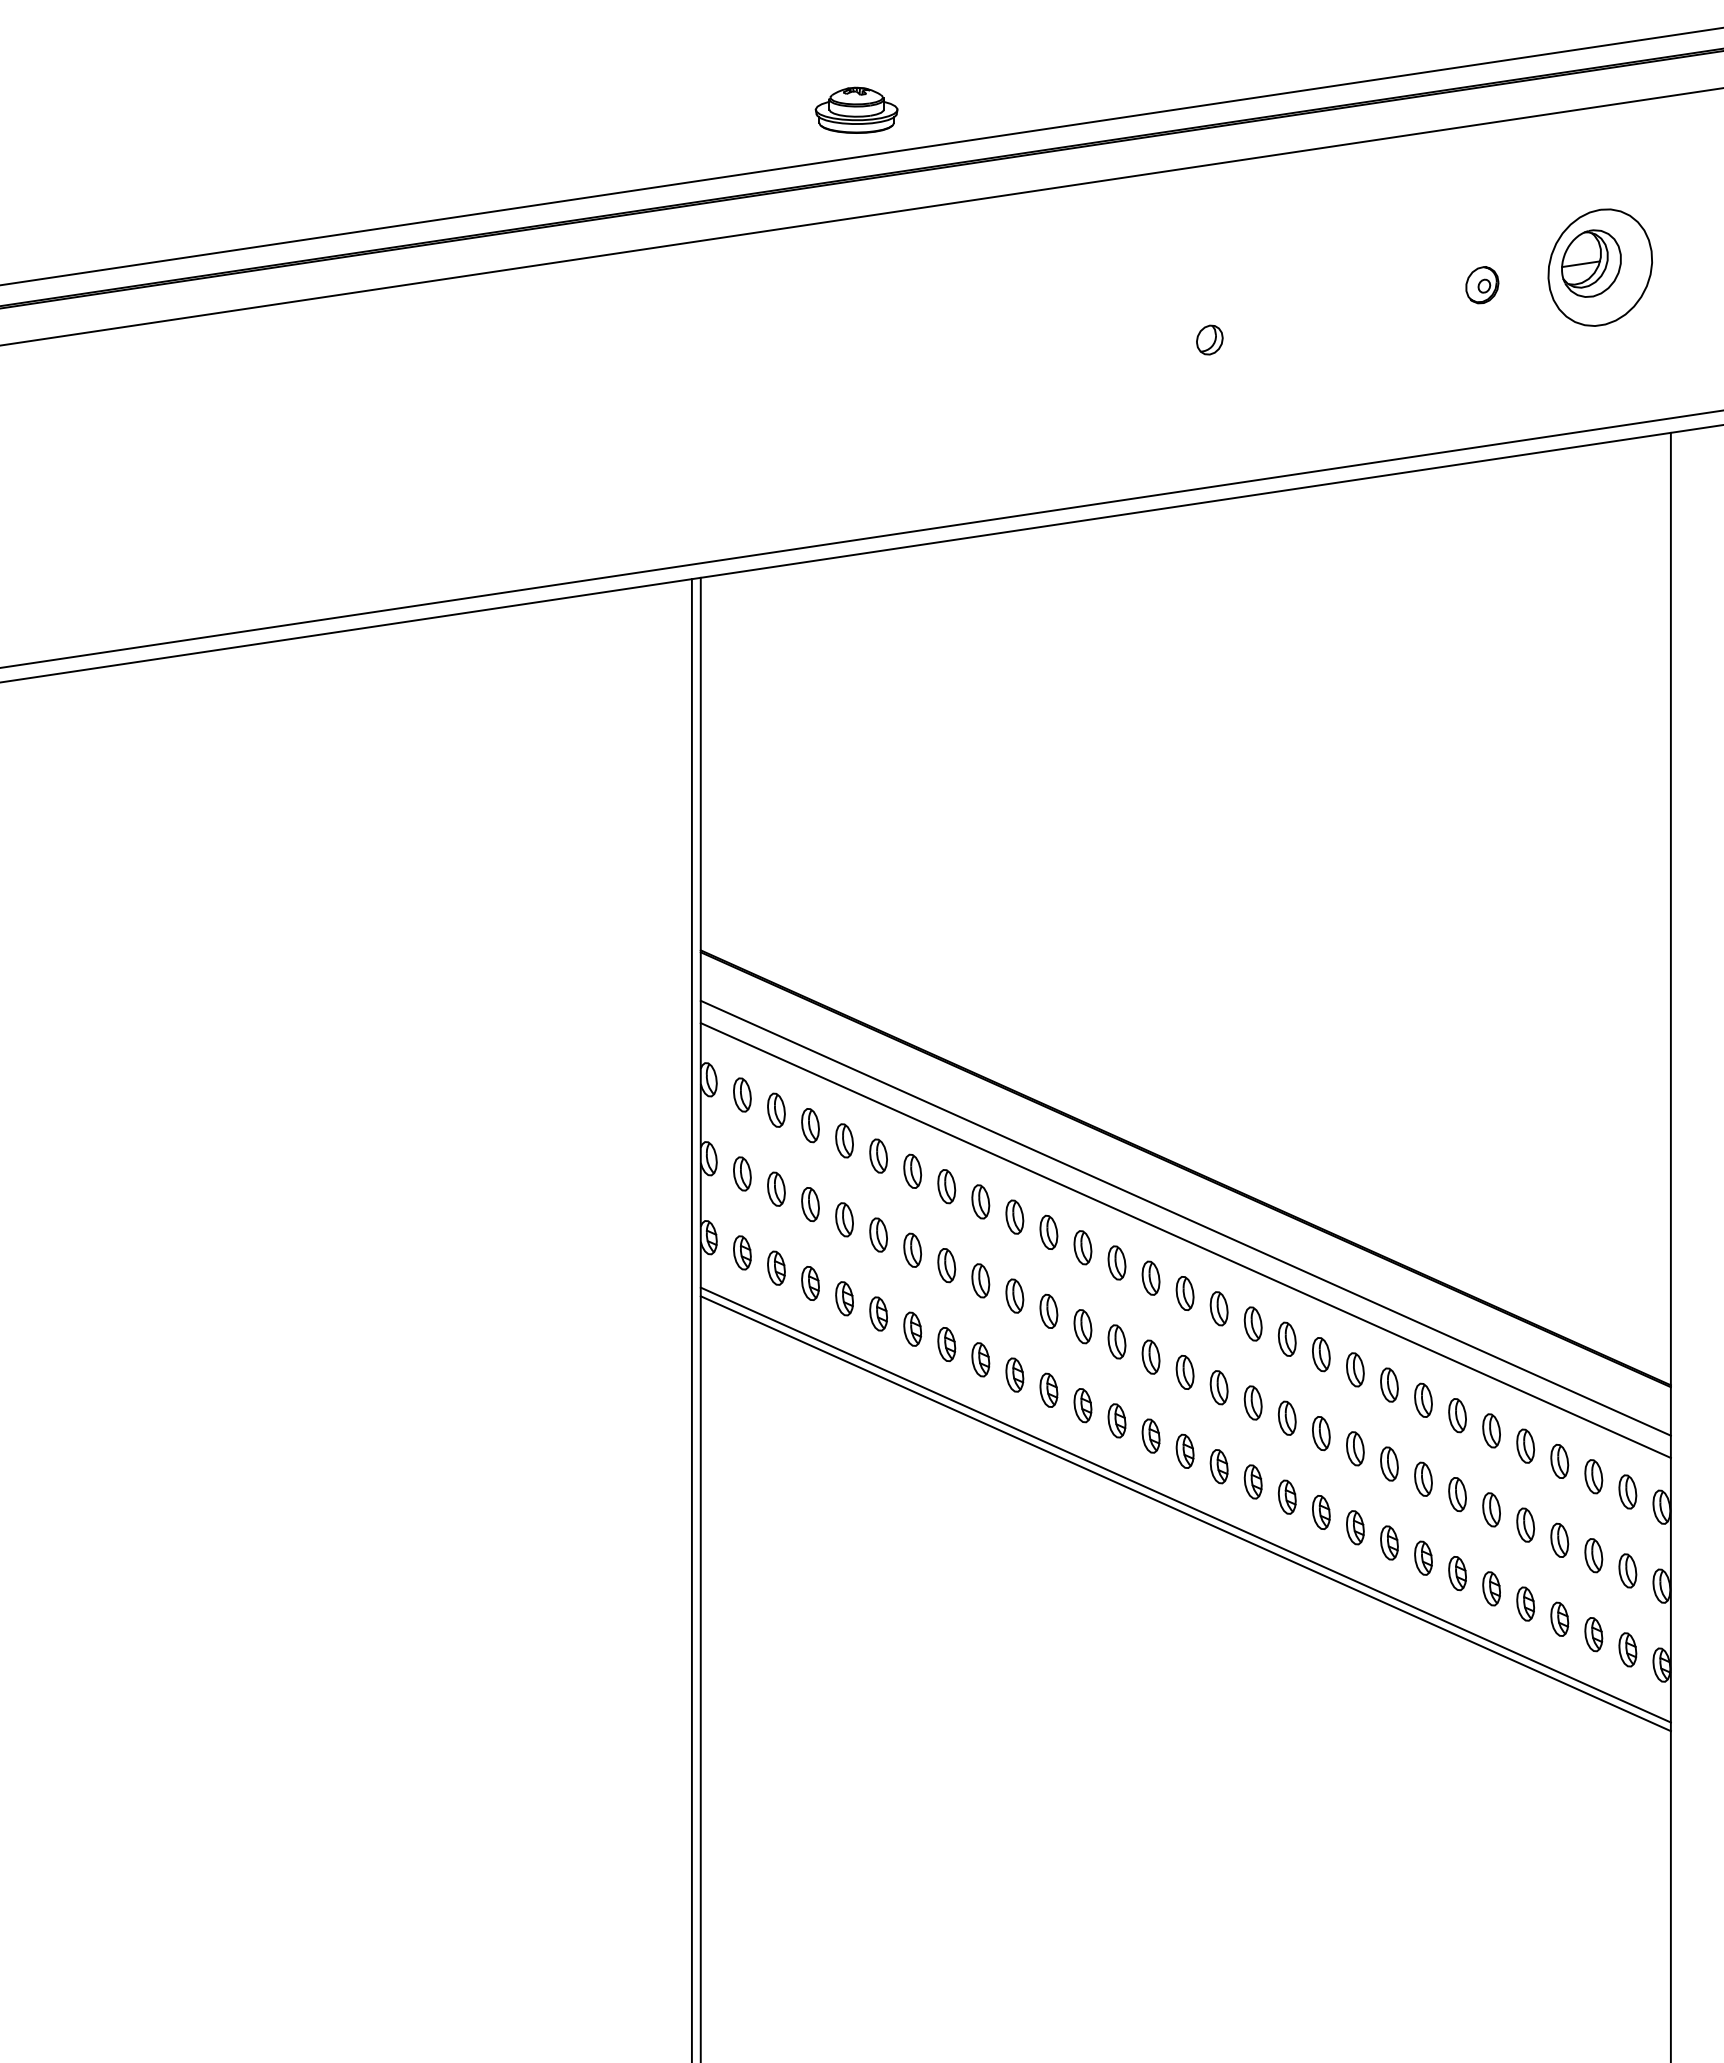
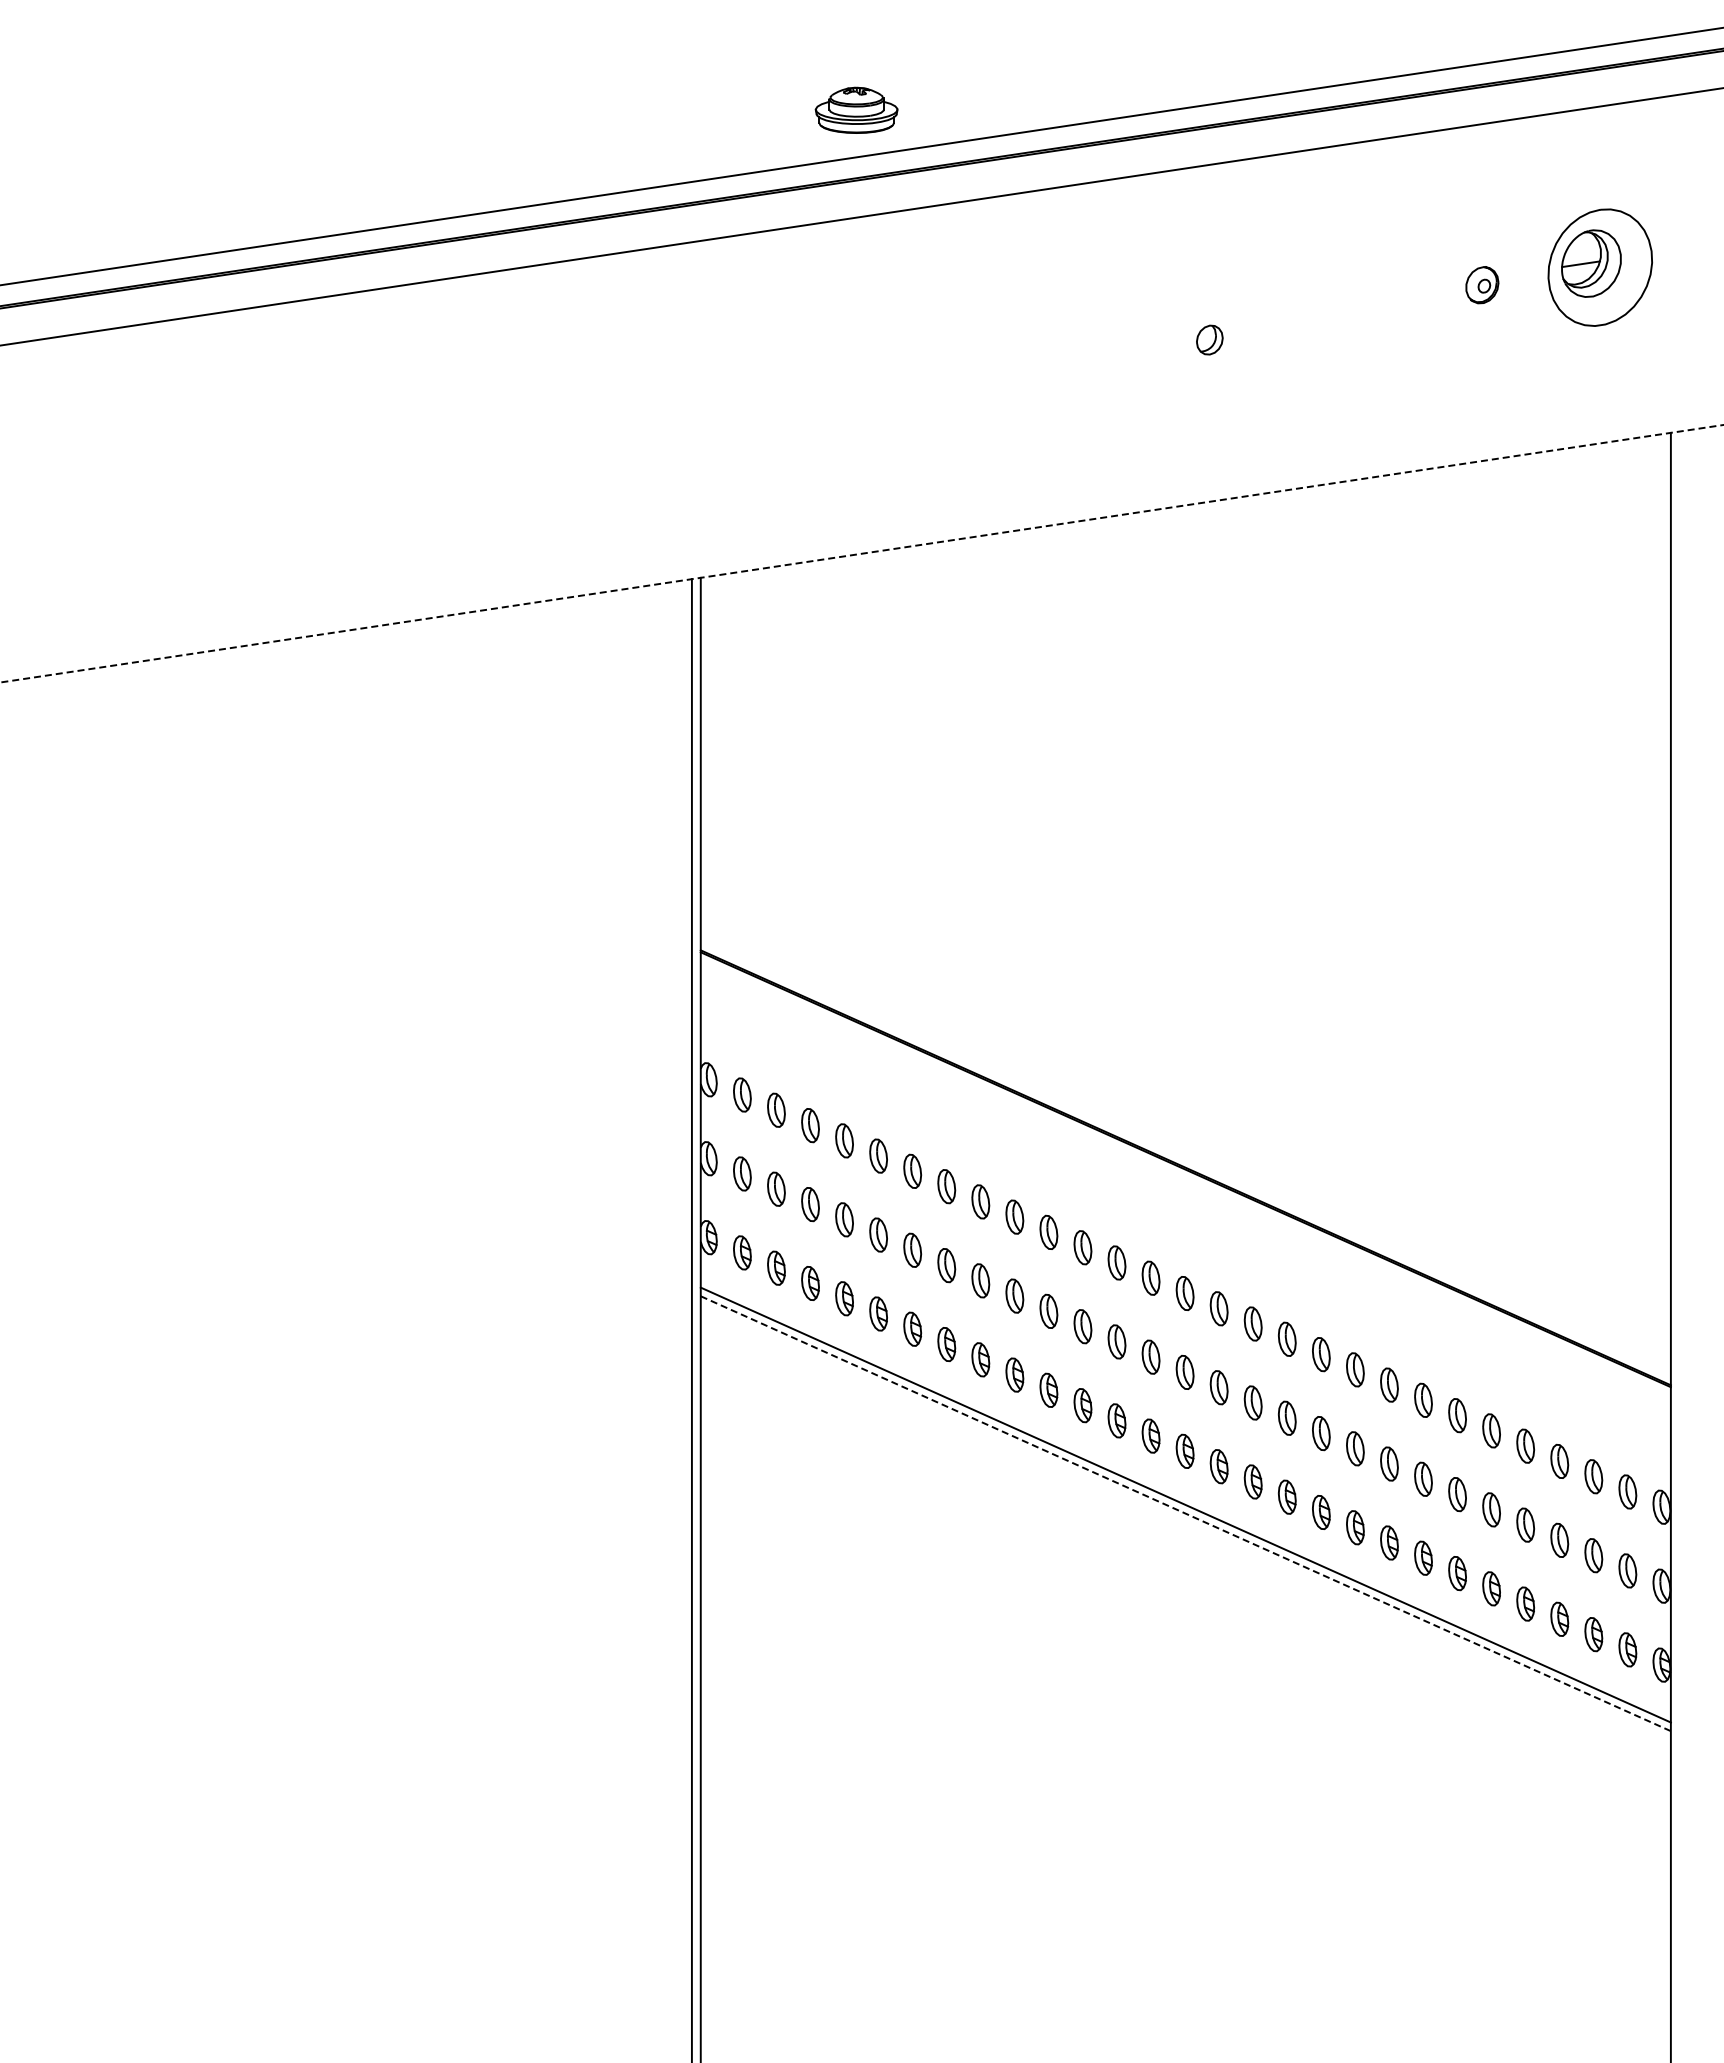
line at (861, 539): present -> none
line at (862, 553): solid -> dashed
line at (1185, 1217): present -> none
line at (1185, 1240): present -> none
line at (1185, 1513): solid -> dashed
